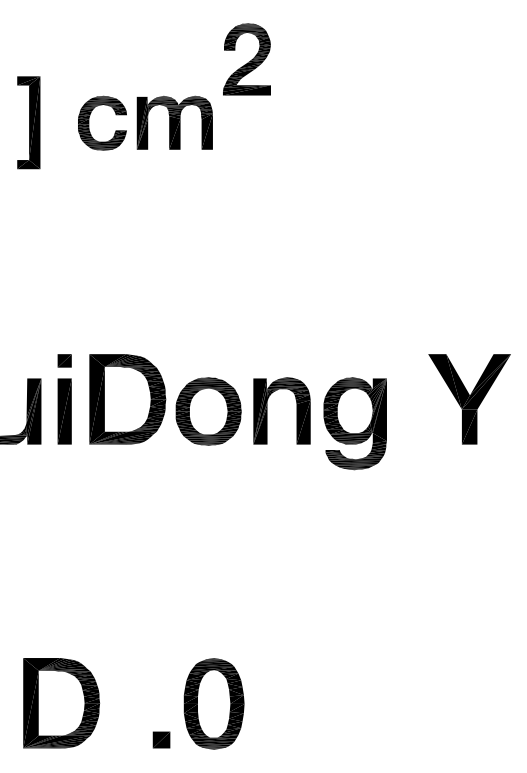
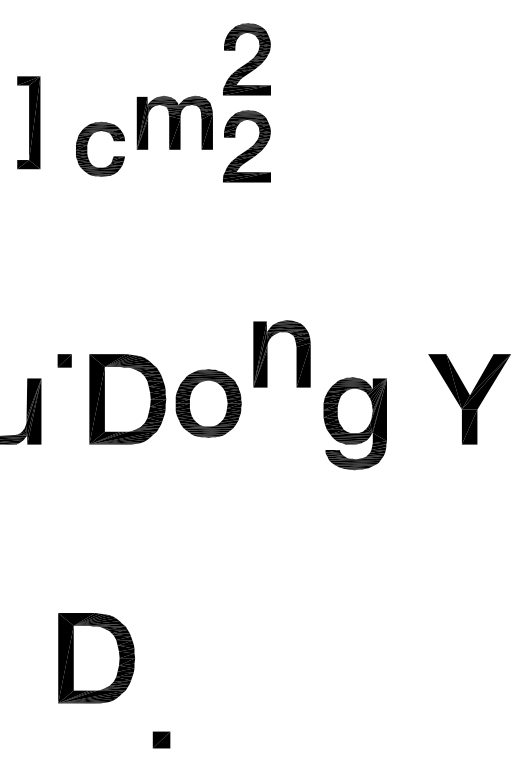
part at (89, 122) position: (89, 122) -> (87, 148)
part at (246, 146): none -> present
part at (267, 410) position: (267, 410) -> (267, 353)
part at (64, 411): present -> none
part at (208, 411) position: (208, 411) -> (208, 403)
part at (61, 703) position: (61, 703) -> (96, 658)
part at (213, 703): present -> none
